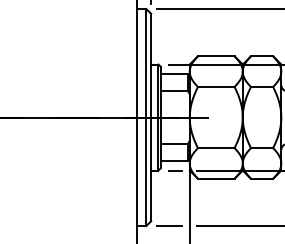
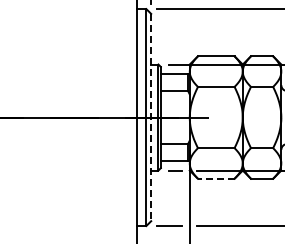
line at (151, 117): solid -> dashed
line at (215, 178): solid -> dashed
